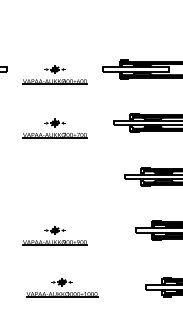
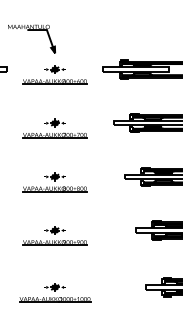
part at (31, 30): none -> present
part at (54, 182): none -> present
part at (62, 287) position: (62, 287) -> (55, 292)
